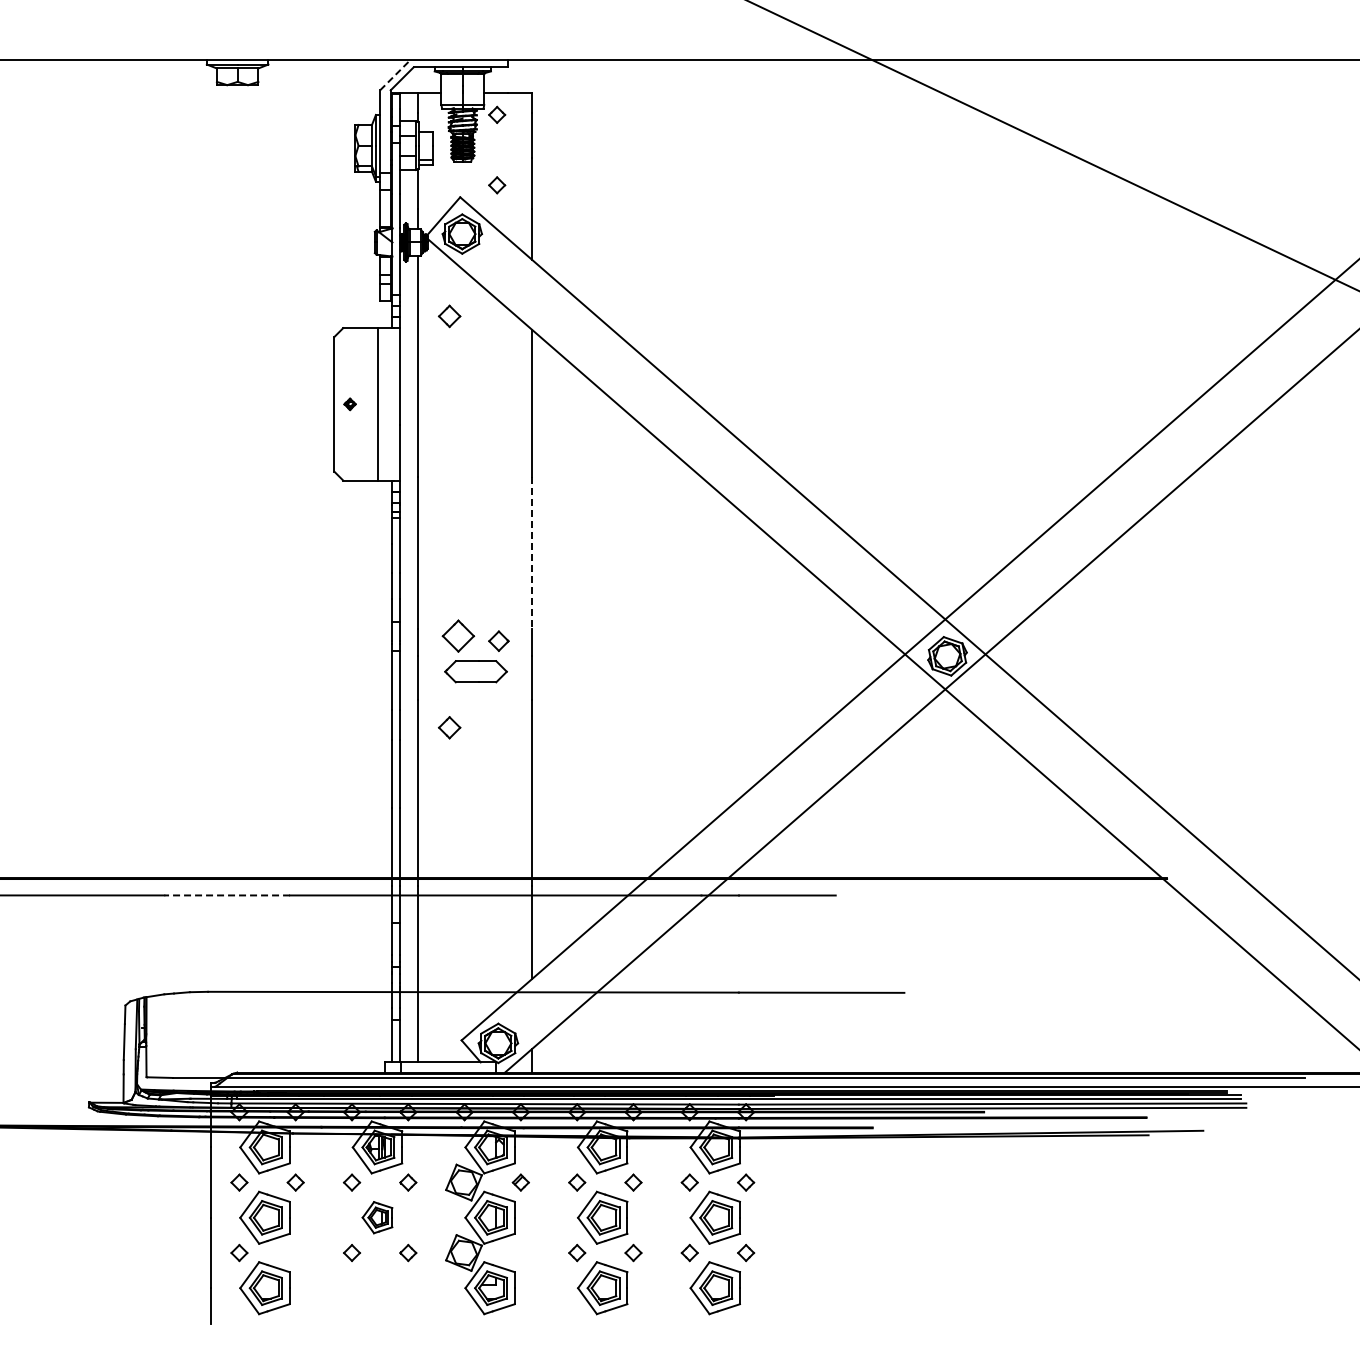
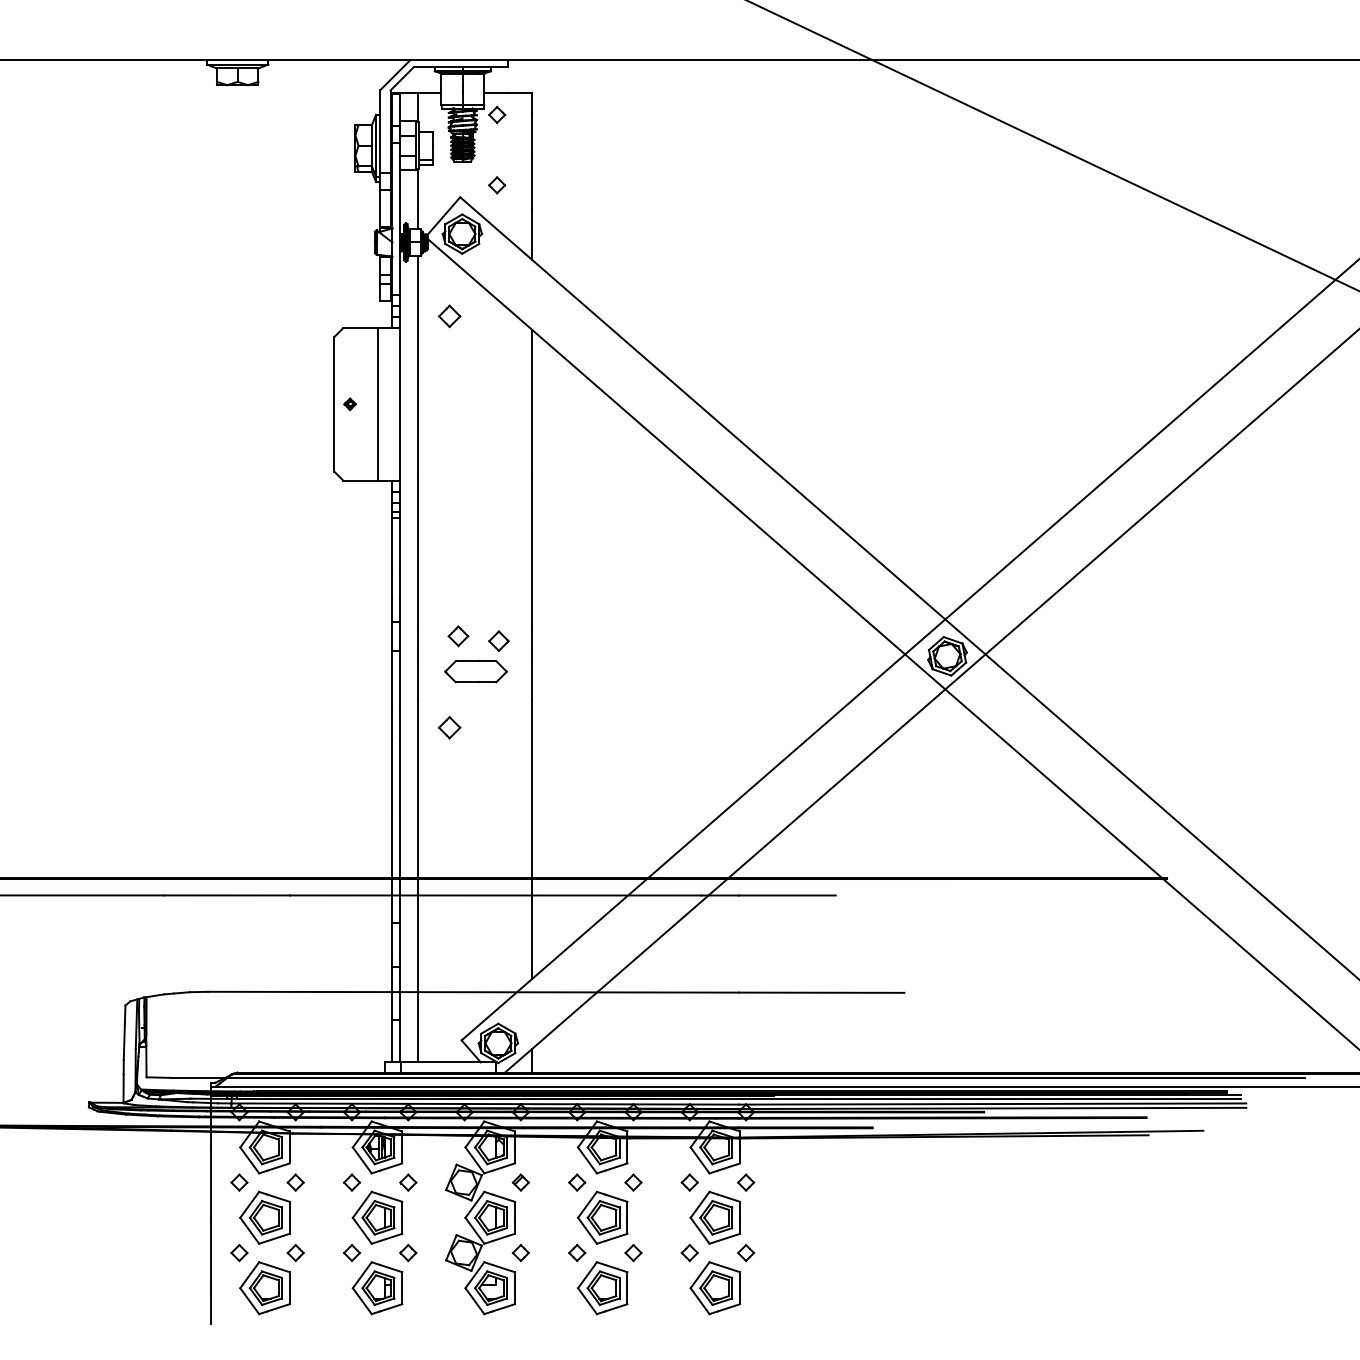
line at (395, 74): dashed -> solid
line at (532, 553): dashed -> solid
part at (458, 635) size: 35x34 px -> 23x23 px
line at (227, 895): dashed -> solid
part at (377, 1217) size: 33x34 px -> 53x55 px
part at (295, 1252): none -> present
part at (520, 1253): none -> present
part at (377, 1288): none -> present
